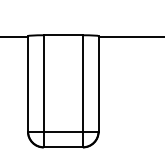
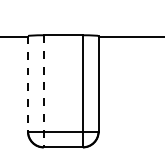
line at (28, 83): solid -> dashed
line at (43, 91): solid -> dashed
